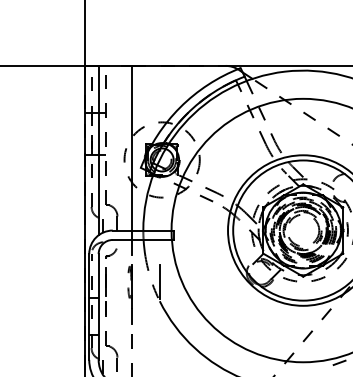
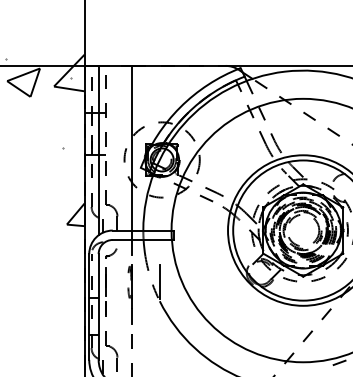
hatch at (45, 140): none -> present
